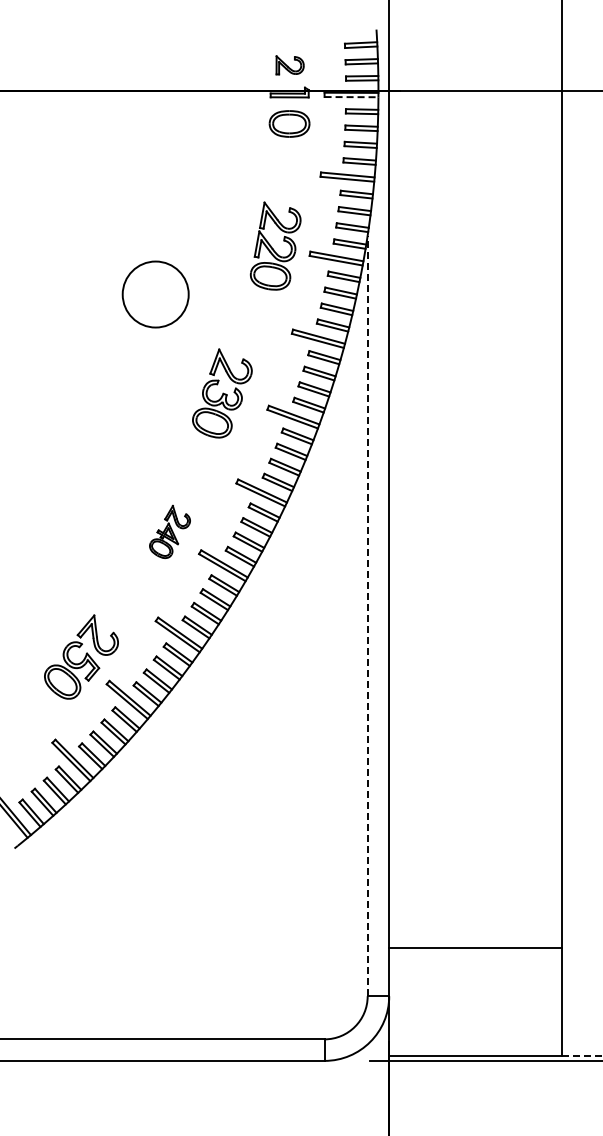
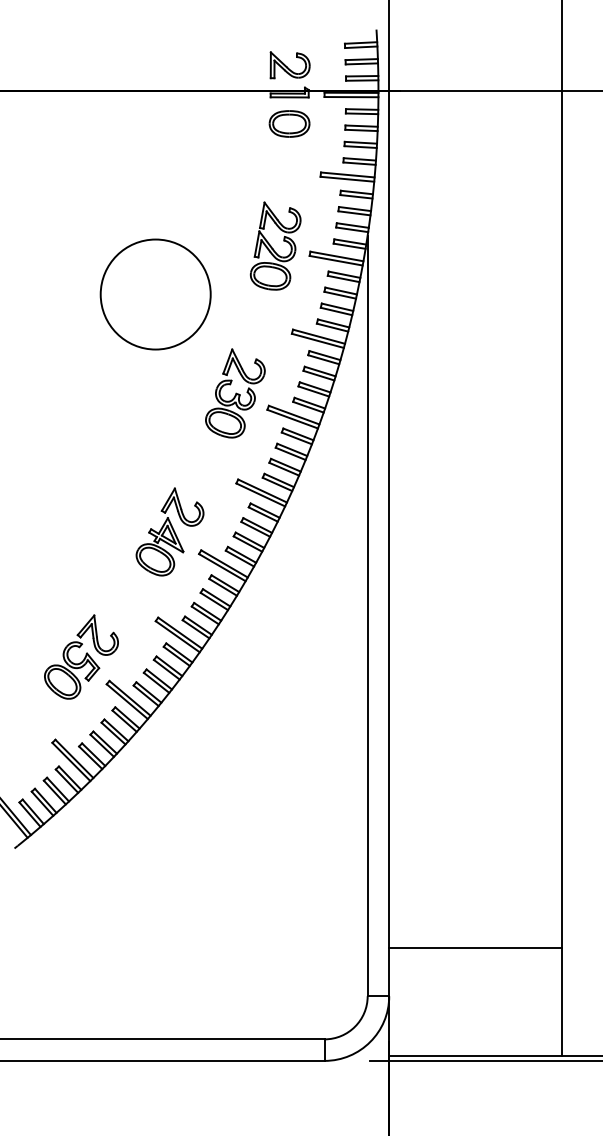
part at (289, 65) size: 30x21 px -> 42x29 px
line at (351, 97): dashed -> solid
circle at (155, 294) diameter: 66 px -> 110 px
part at (222, 393) position: (222, 393) -> (235, 393)
part at (169, 531) size: 42x55 px -> 70x90 px
line at (367, 615): dashed -> solid
line at (582, 1055): dashed -> solid
